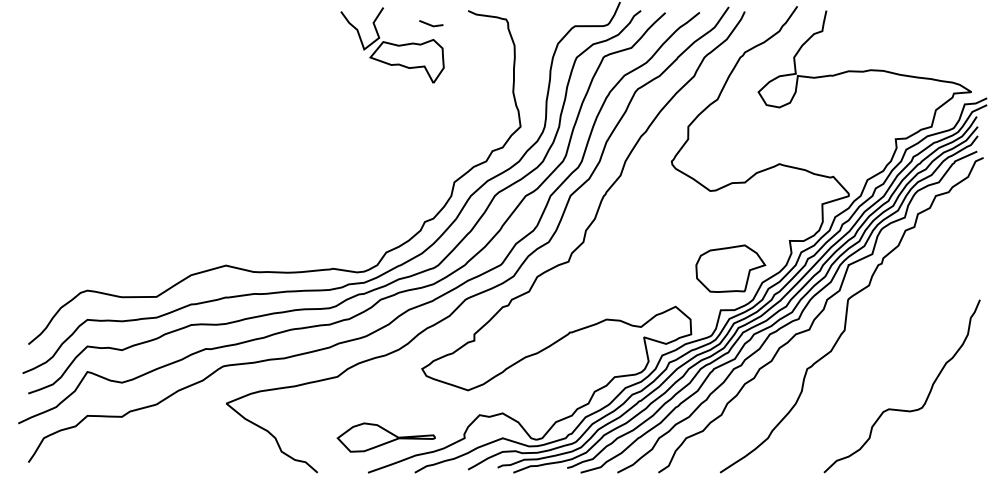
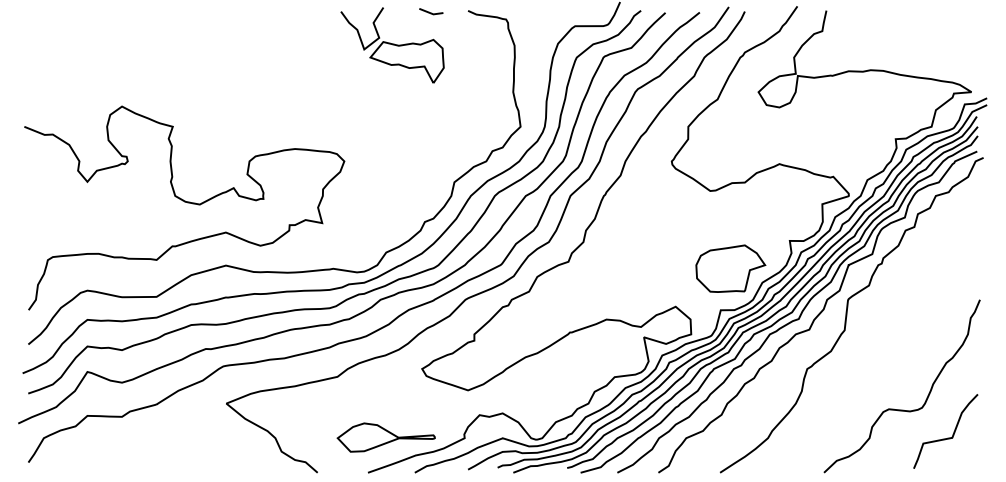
line at (431, 24) position: (431, 24) -> (431, 12)
curve at (184, 202): none -> present
curve at (947, 437): none -> present
